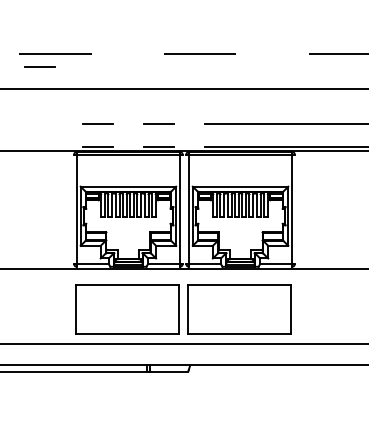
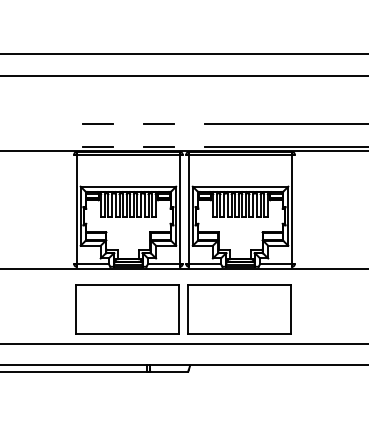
line at (184, 54): dashed -> solid
line at (39, 66): present -> none
line at (183, 89) position: (183, 89) -> (183, 76)
